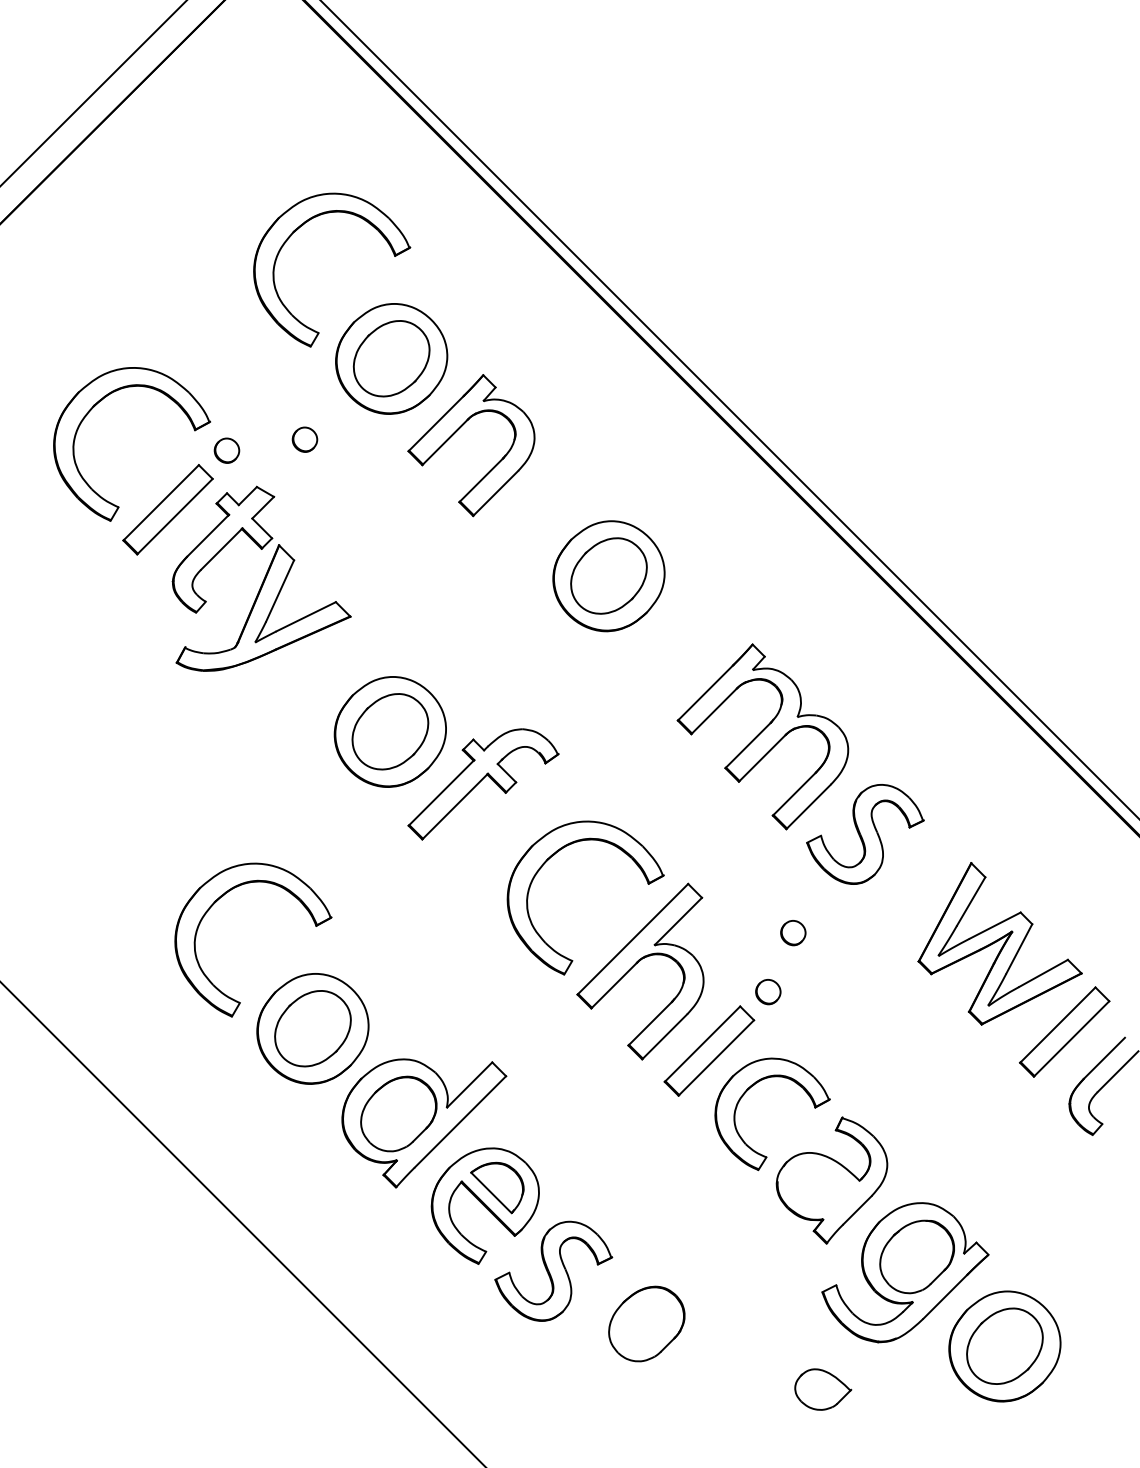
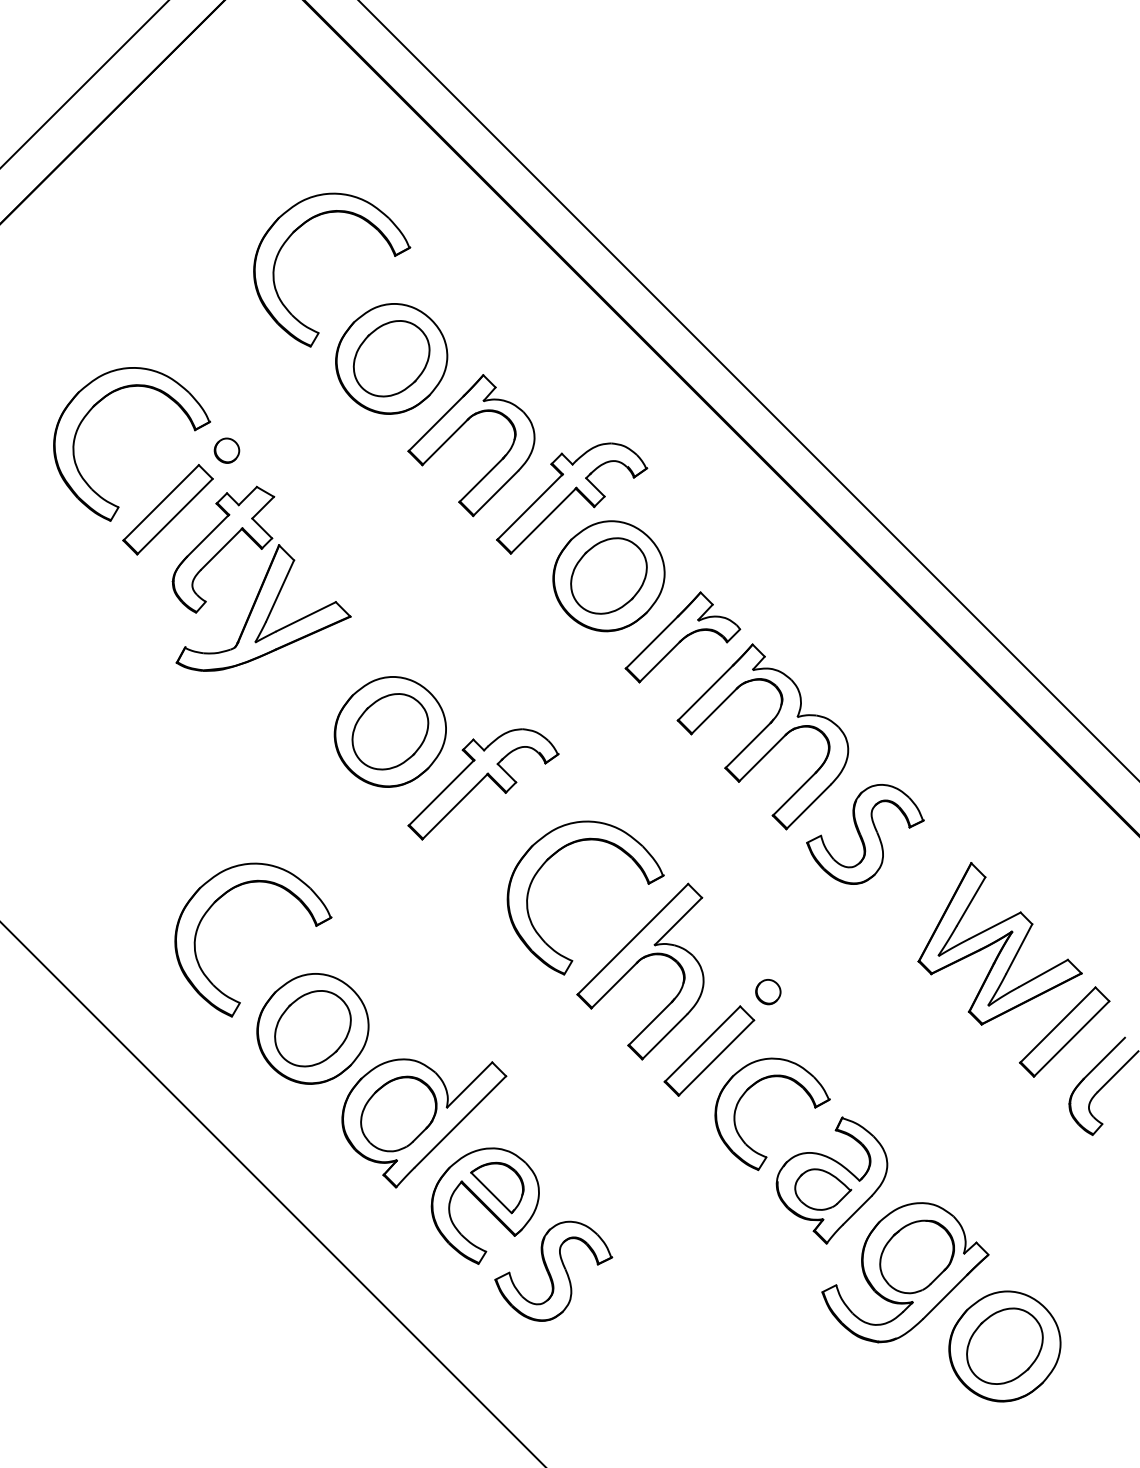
line at (93, 93) position: (93, 93) -> (84, 84)
line at (729, 409) position: (729, 409) -> (748, 390)
part at (304, 439): present -> none
part at (572, 498): none -> present
part at (682, 637): none -> present
part at (793, 933): present -> none
line at (242, 1223) position: (242, 1223) -> (272, 1193)
part at (646, 1323): present -> none
part at (823, 1389) position: (823, 1389) -> (823, 1189)
